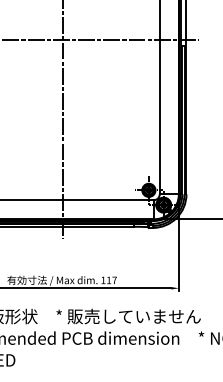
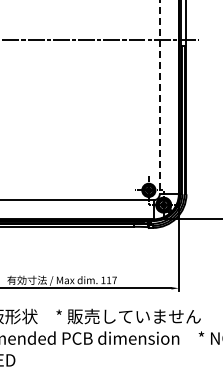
line at (159, 97): solid -> dashed
line at (62, 120): present -> none
